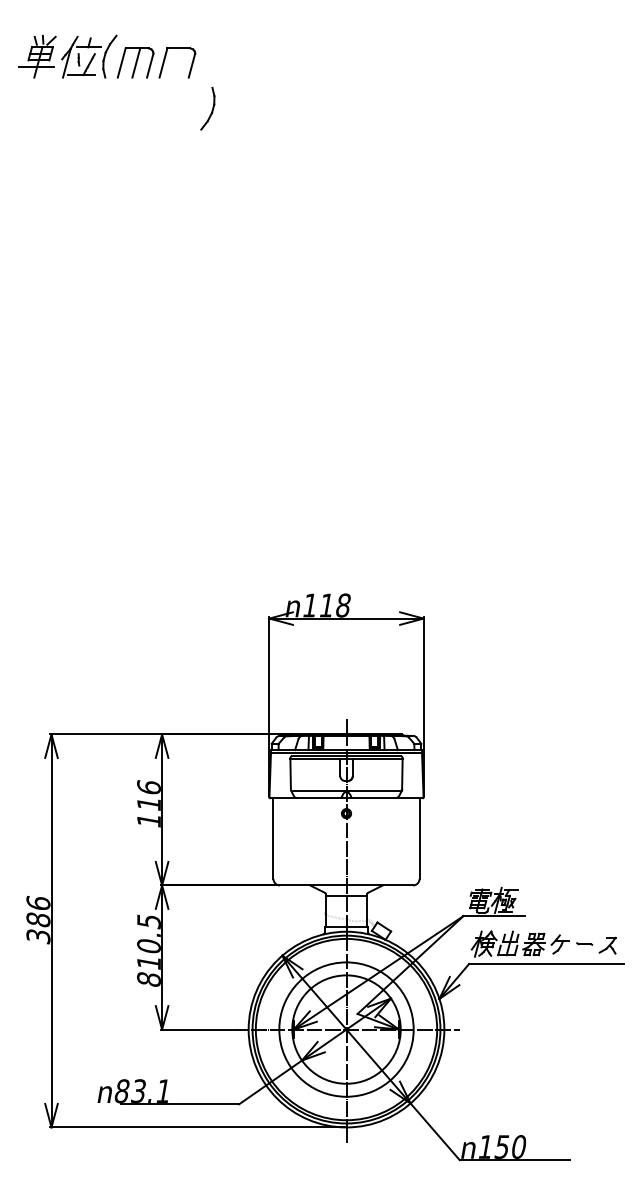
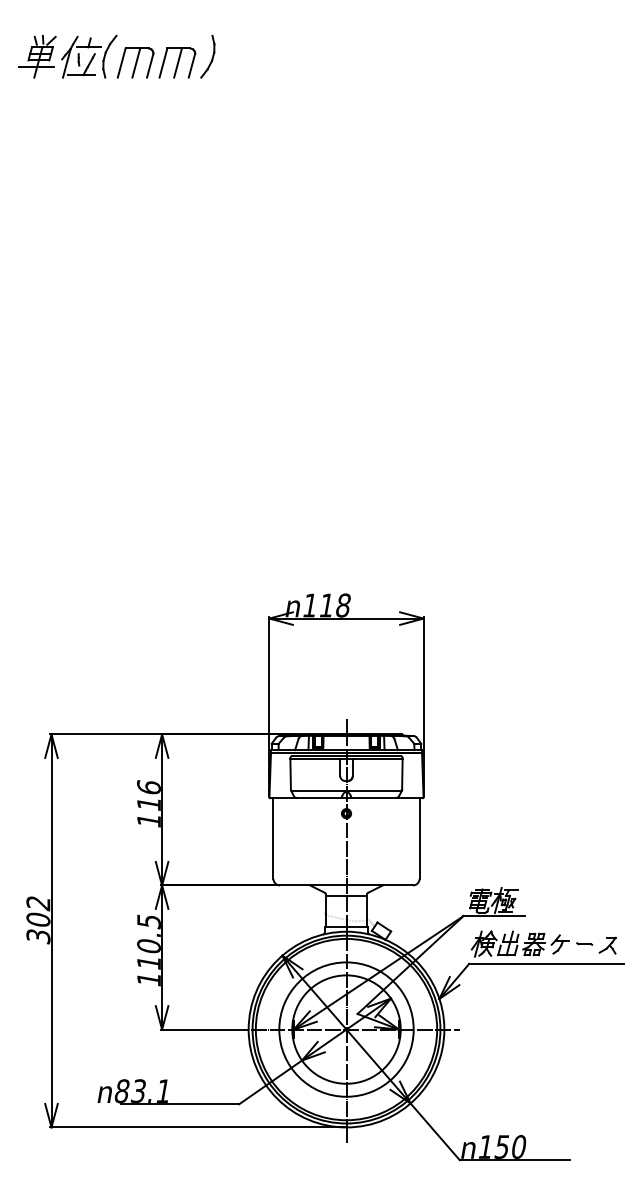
line at (178, 62): none -> present
part at (207, 108) position: (207, 108) -> (207, 56)
text at (38, 911): 386 -> 302
text at (148, 979): 810.5 -> 110.5
